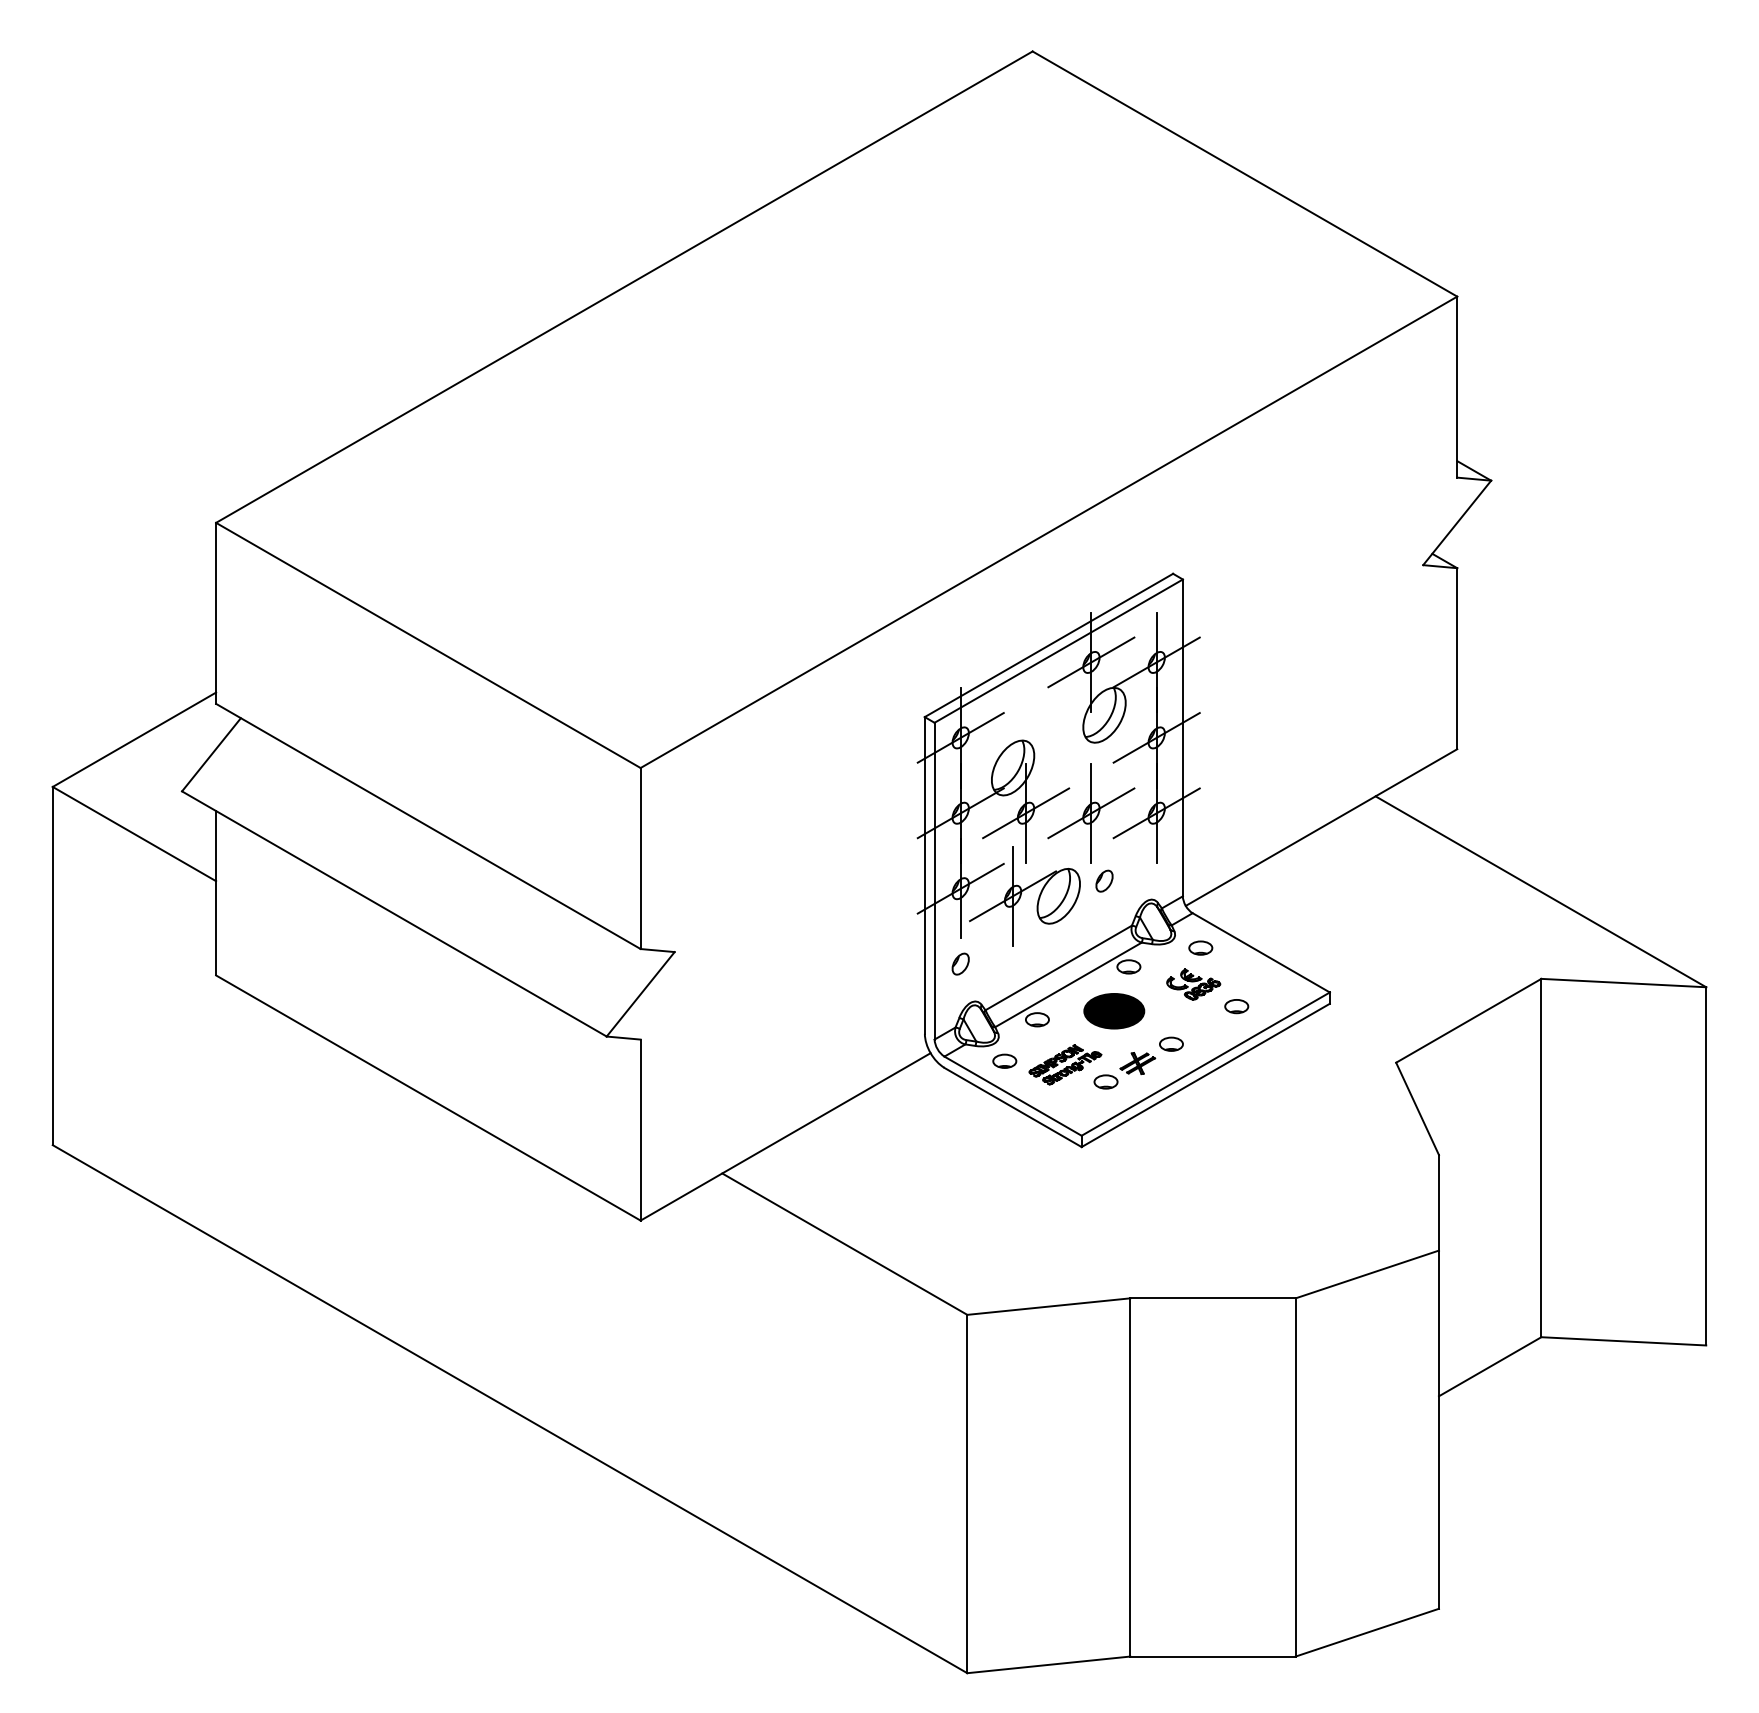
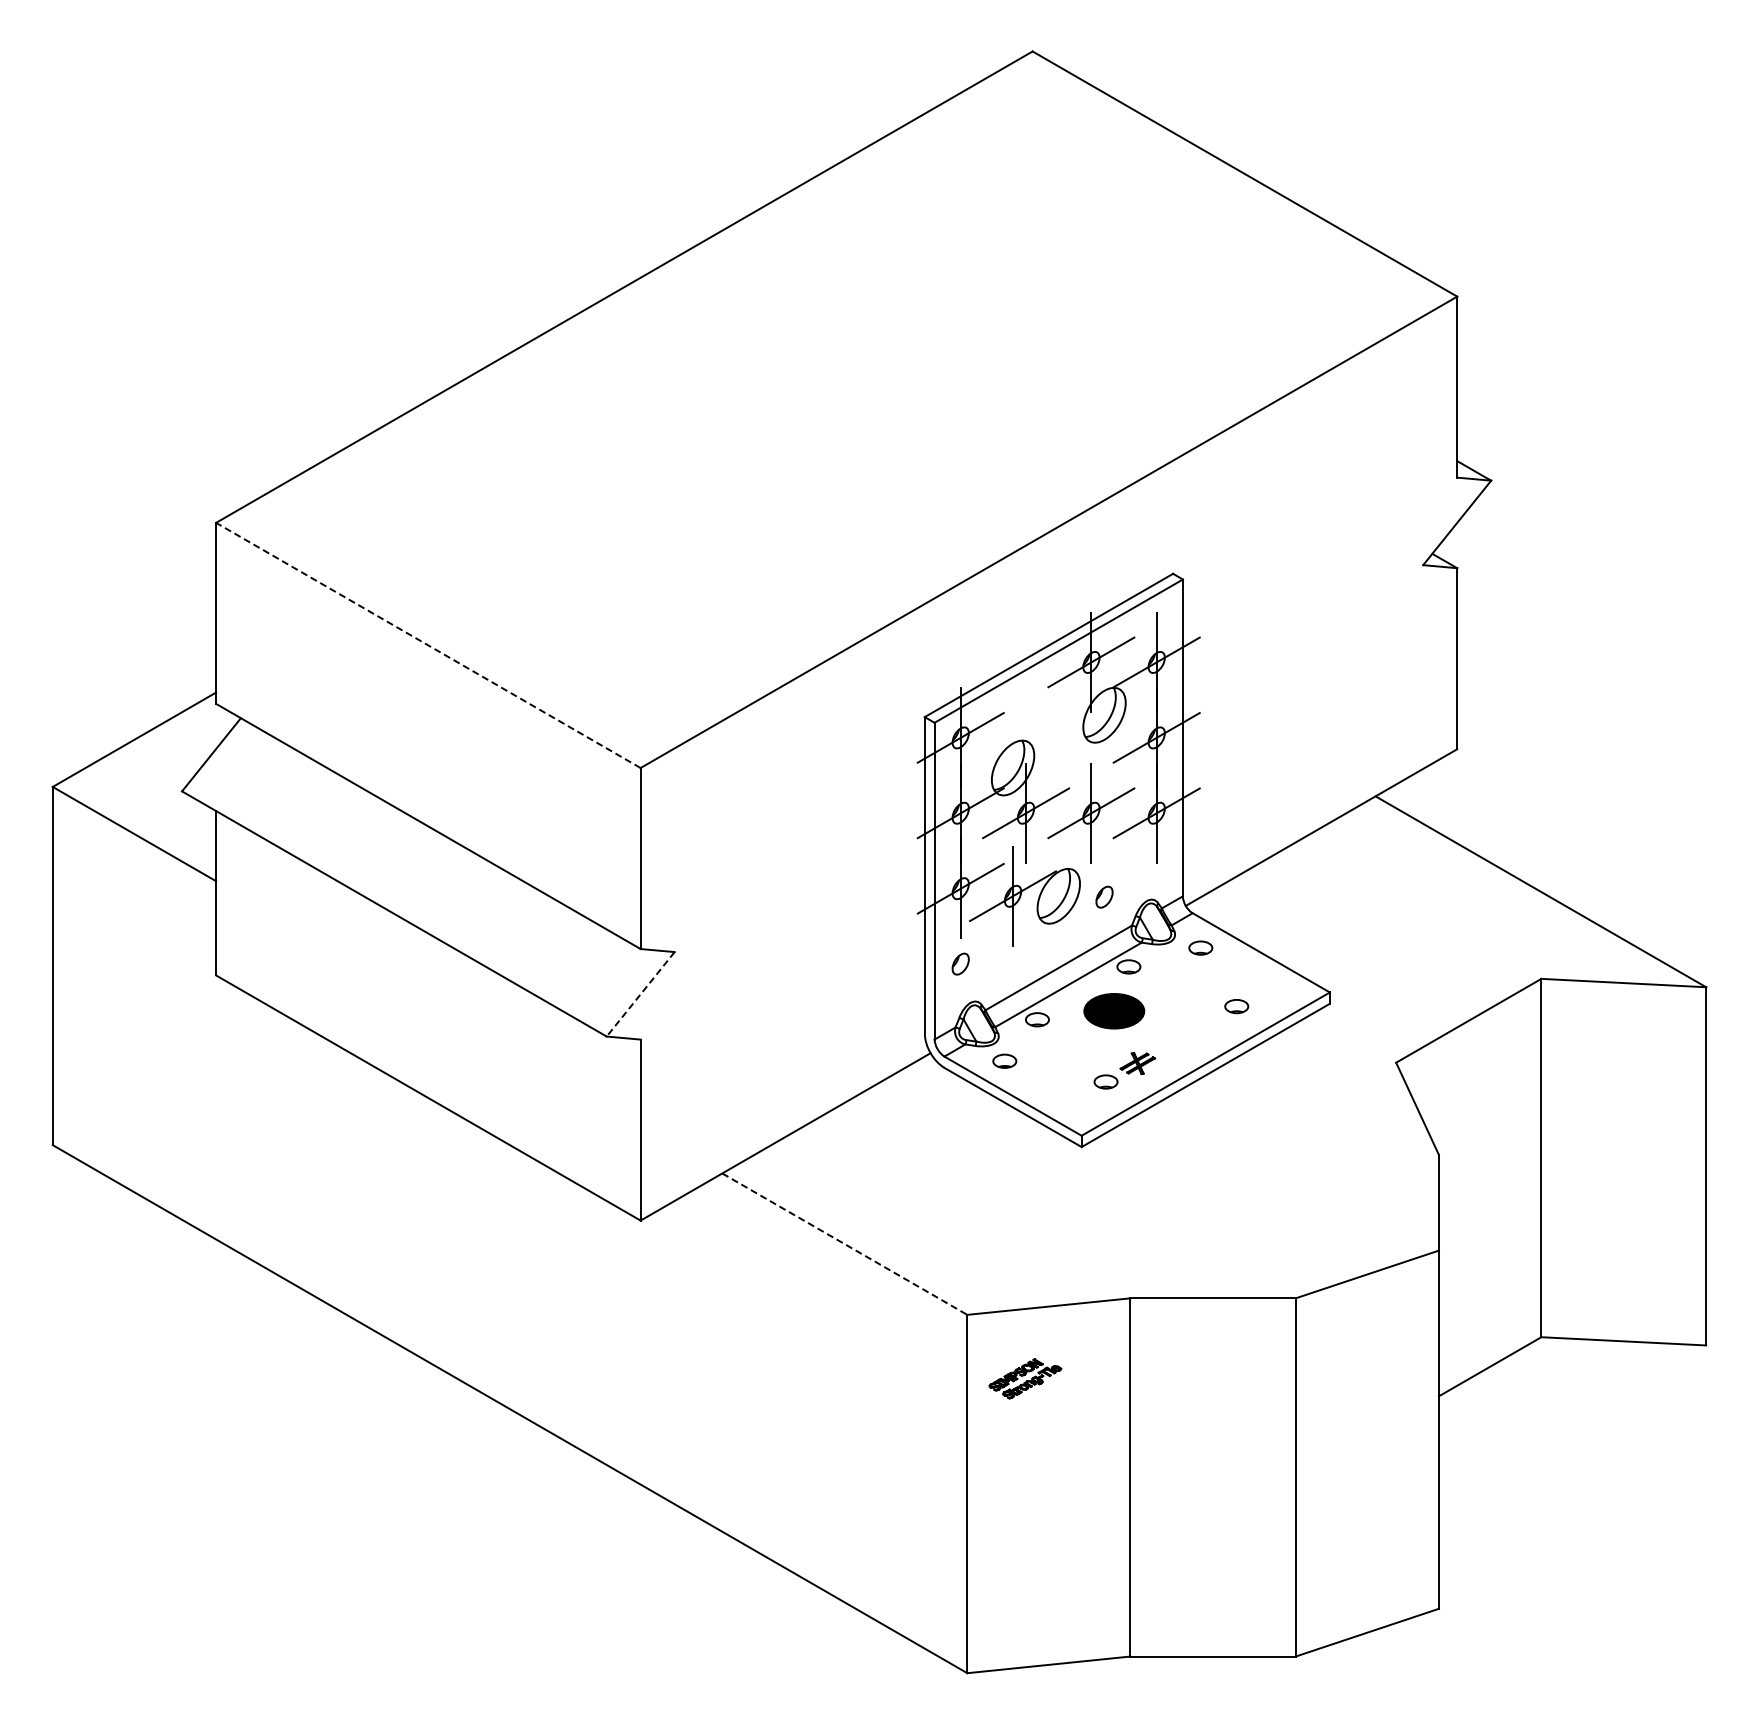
line at (427, 645): solid -> dashed
part at (1104, 880) position: (1104, 880) -> (1104, 896)
part at (1193, 984): present -> none
line at (640, 994): solid -> dashed
part at (1171, 1043): present -> none
part at (1065, 1064) position: (1065, 1064) -> (1025, 1378)
line at (845, 1244): solid -> dashed
